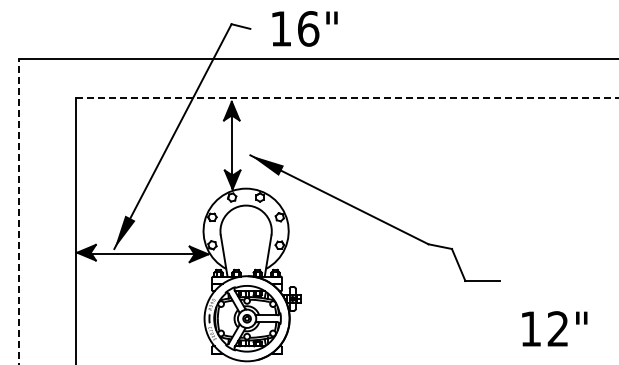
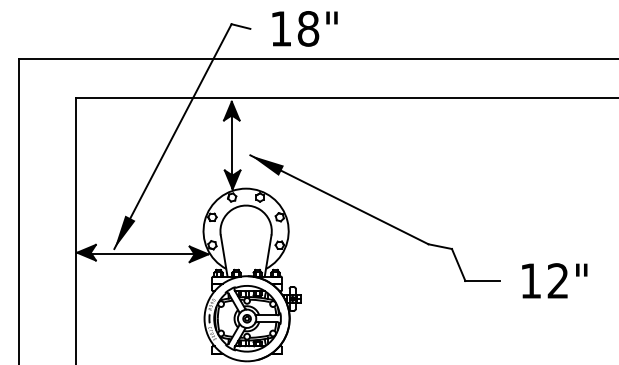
text at (308, 28): 16" -> 18"
line at (348, 97): dashed -> solid
line at (18, 211): dashed -> solid
text at (554, 328) position: (554, 328) -> (554, 280)
